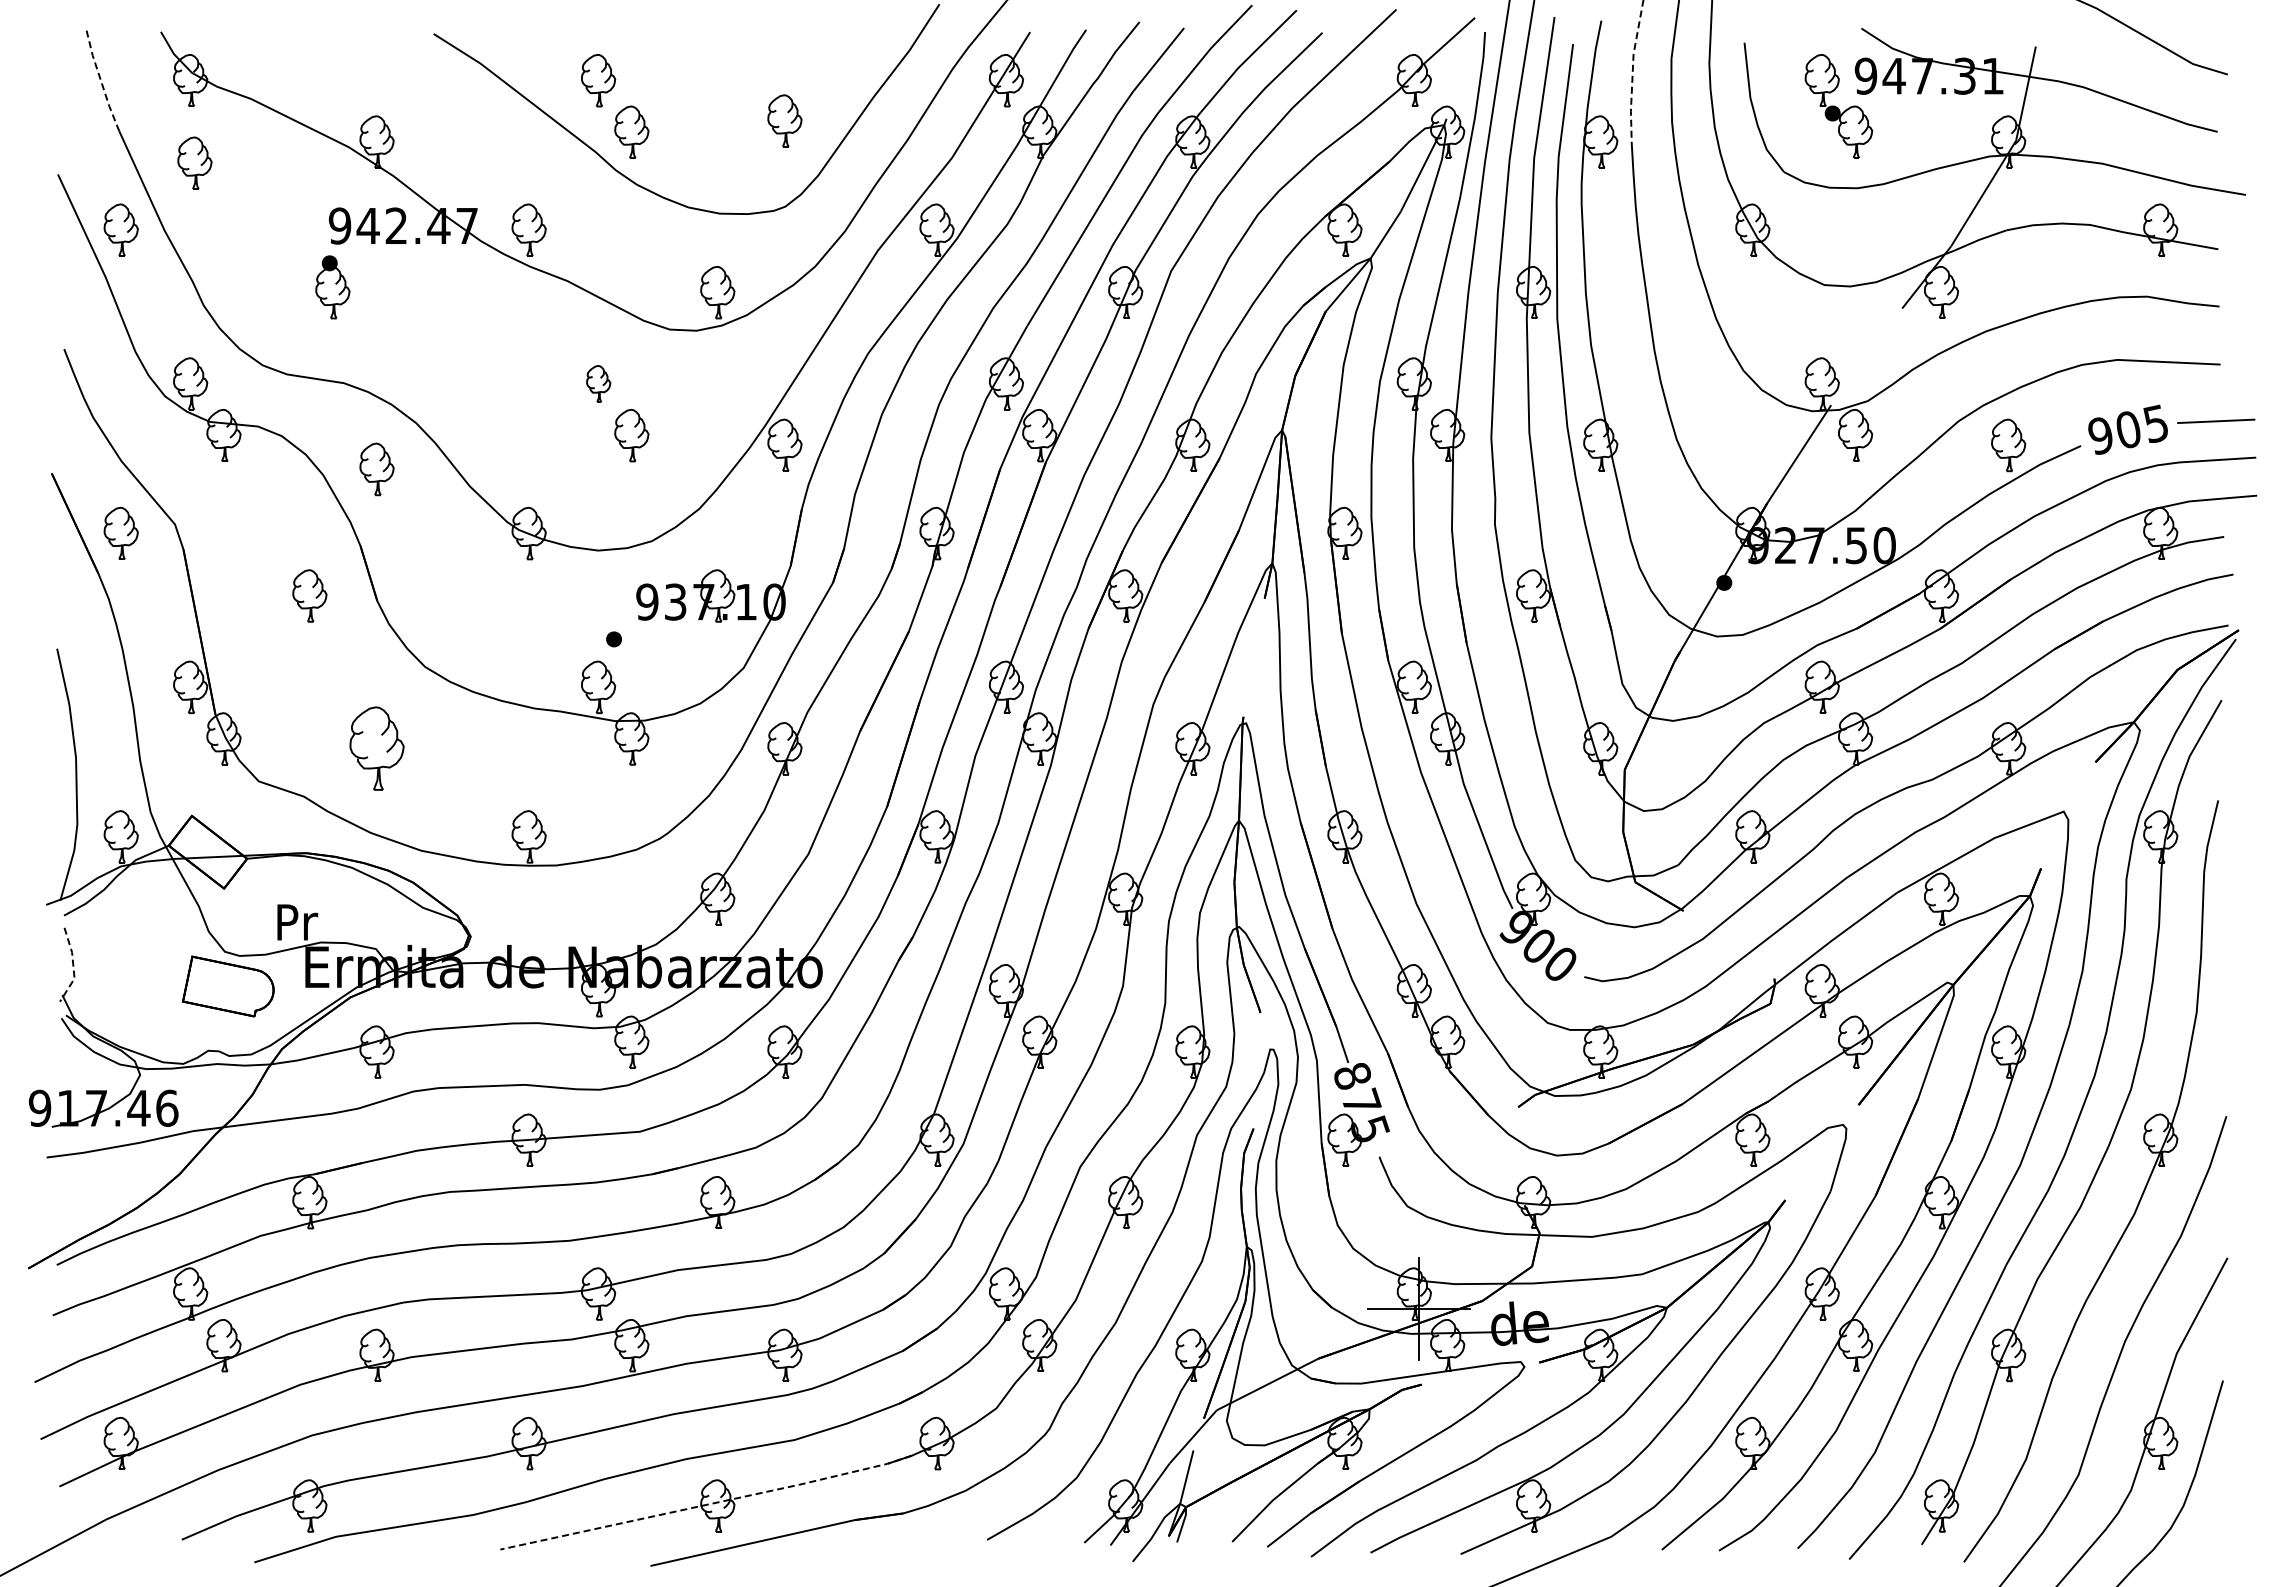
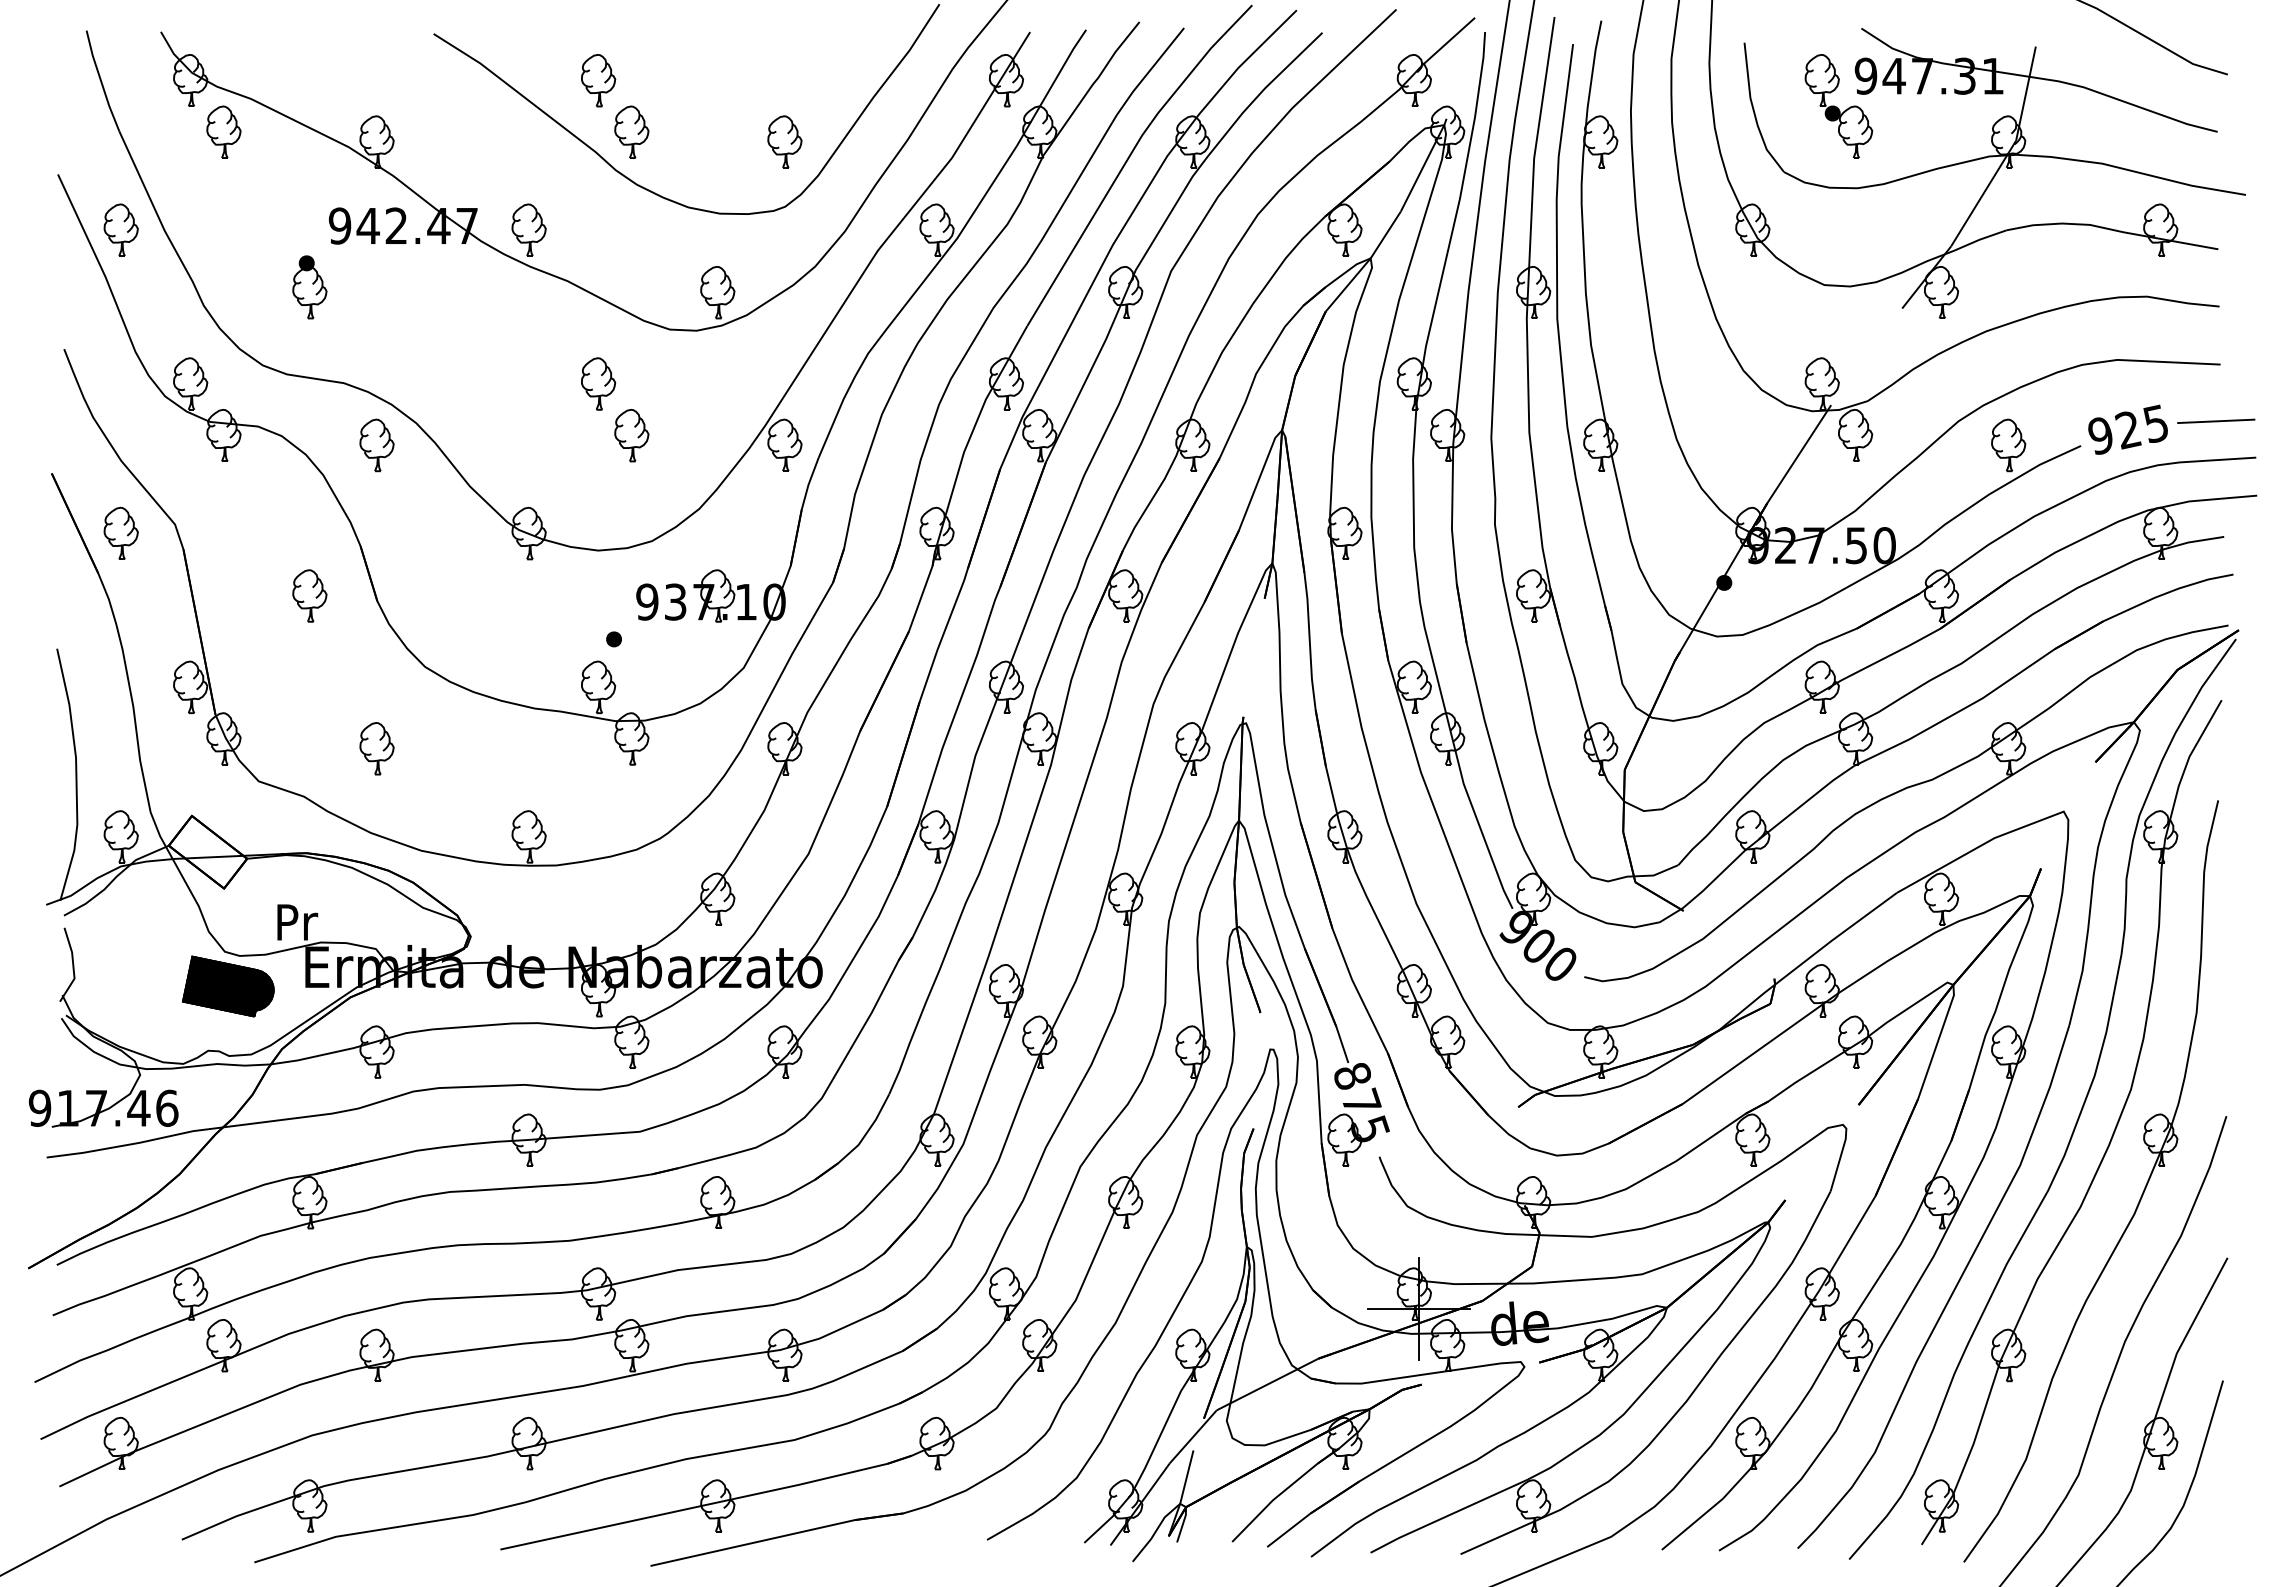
line at (1632, 71): dashed -> solid
line at (101, 81): dashed -> solid
part at (784, 120) position: (784, 120) -> (784, 141)
part at (194, 162) position: (194, 162) -> (223, 131)
part at (332, 287) position: (332, 287) -> (309, 287)
part at (598, 383) size: 26x38 px -> 36x54 px
text at (2127, 430): 905 -> 925
part at (376, 469) position: (376, 469) -> (376, 445)
part at (376, 748) size: 56x85 px -> 36x54 px
line at (73, 966): dashed -> solid
fill at (228, 986): none -> present
line at (707, 1504): dashed -> solid
